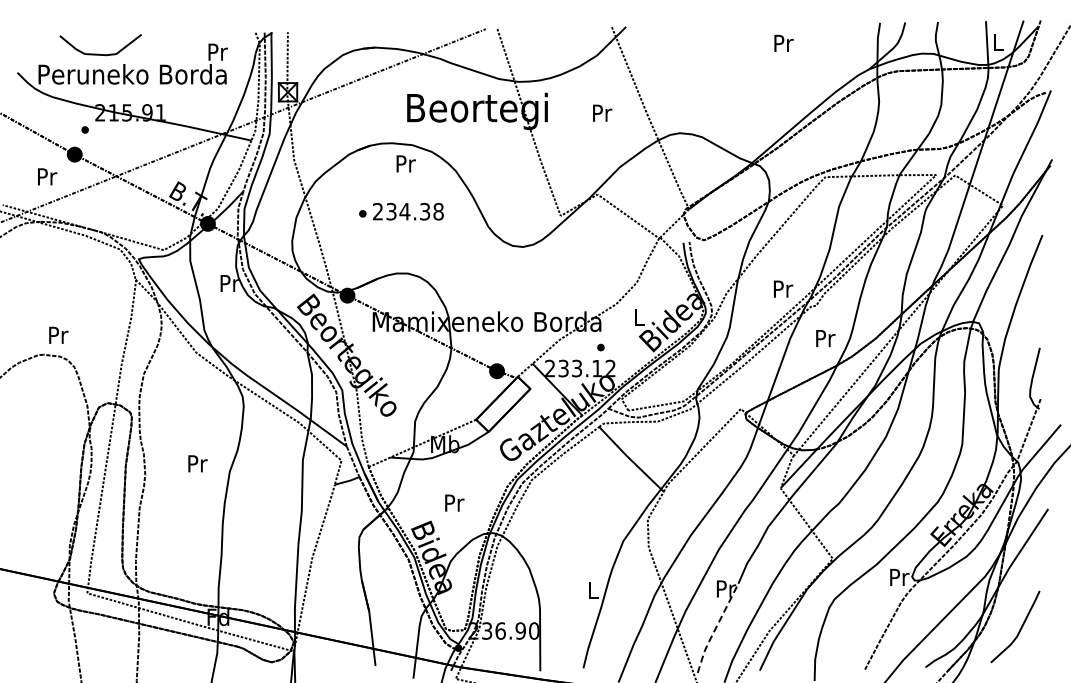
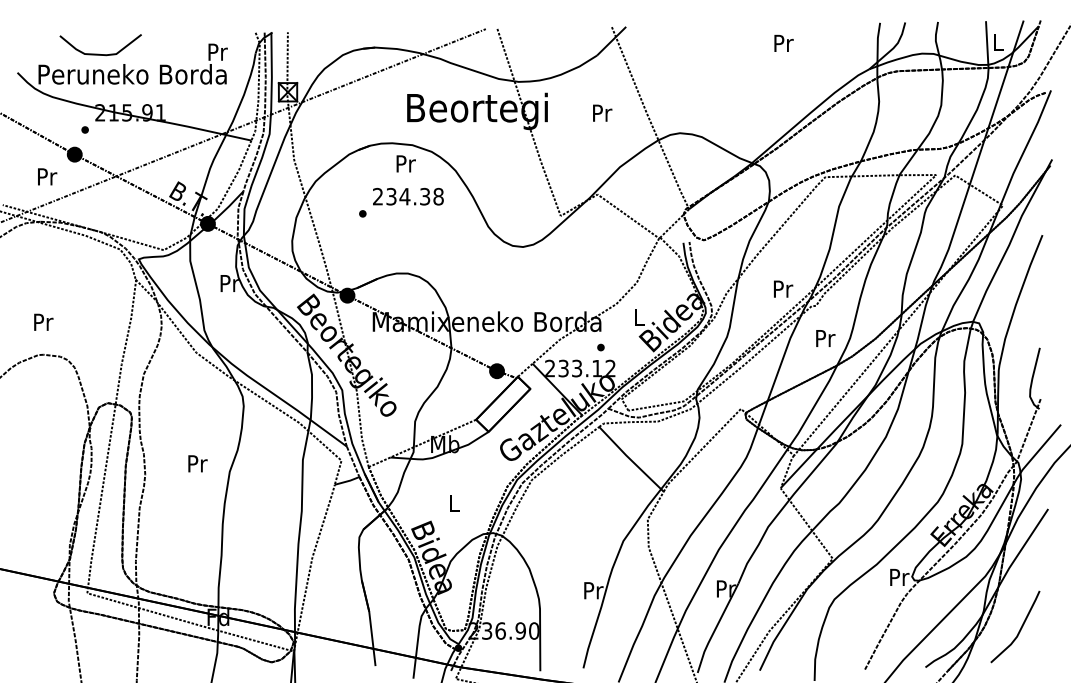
text at (408, 211) position: (408, 211) -> (408, 196)
text at (58, 334) position: (58, 334) -> (43, 321)
text at (454, 502): Pr -> L
text at (593, 590): L -> Pr
line at (715, 628): dashed -> solid
